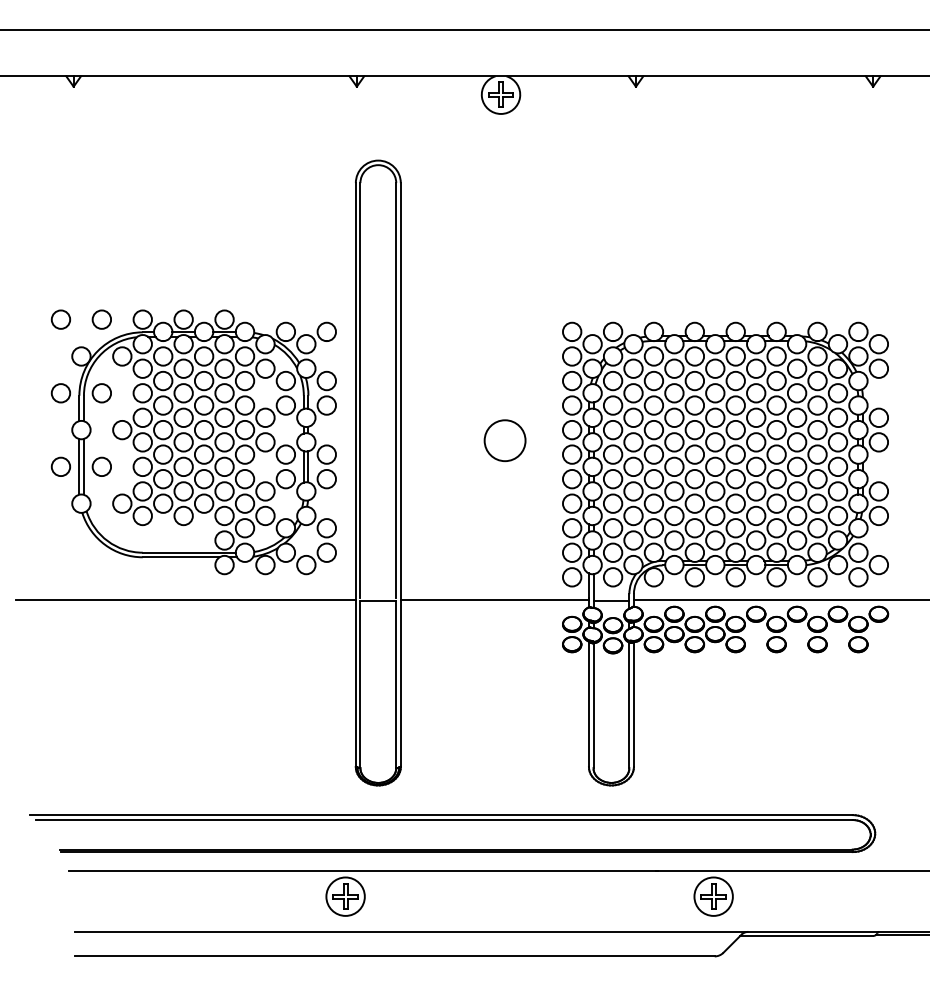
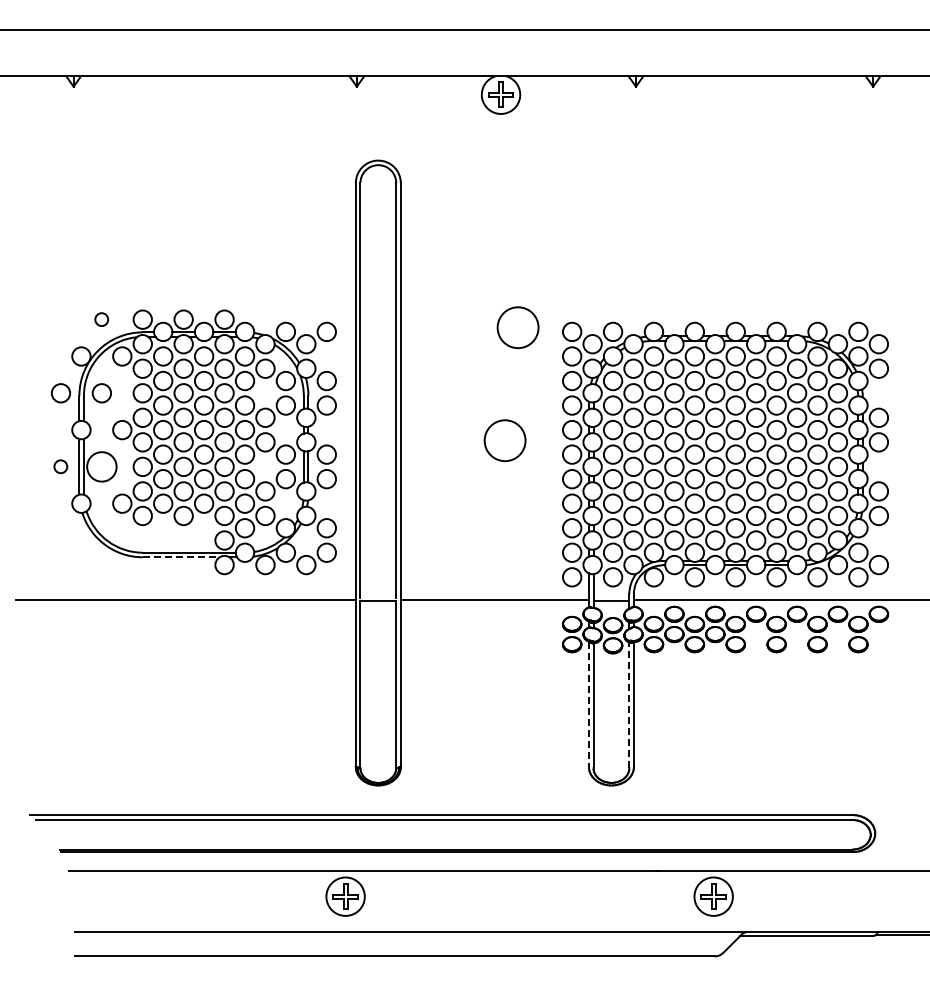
circle at (60, 319): present -> none
circle at (101, 319) size: 21x21 px -> 16x15 px
circle at (517, 327): none -> present
circle at (60, 466) size: 21x21 px -> 16x16 px
circle at (101, 466) diameter: 18 px -> 29 px
line at (181, 557): solid -> dashed
line at (588, 704): solid -> dashed
line at (629, 705): solid -> dashed
